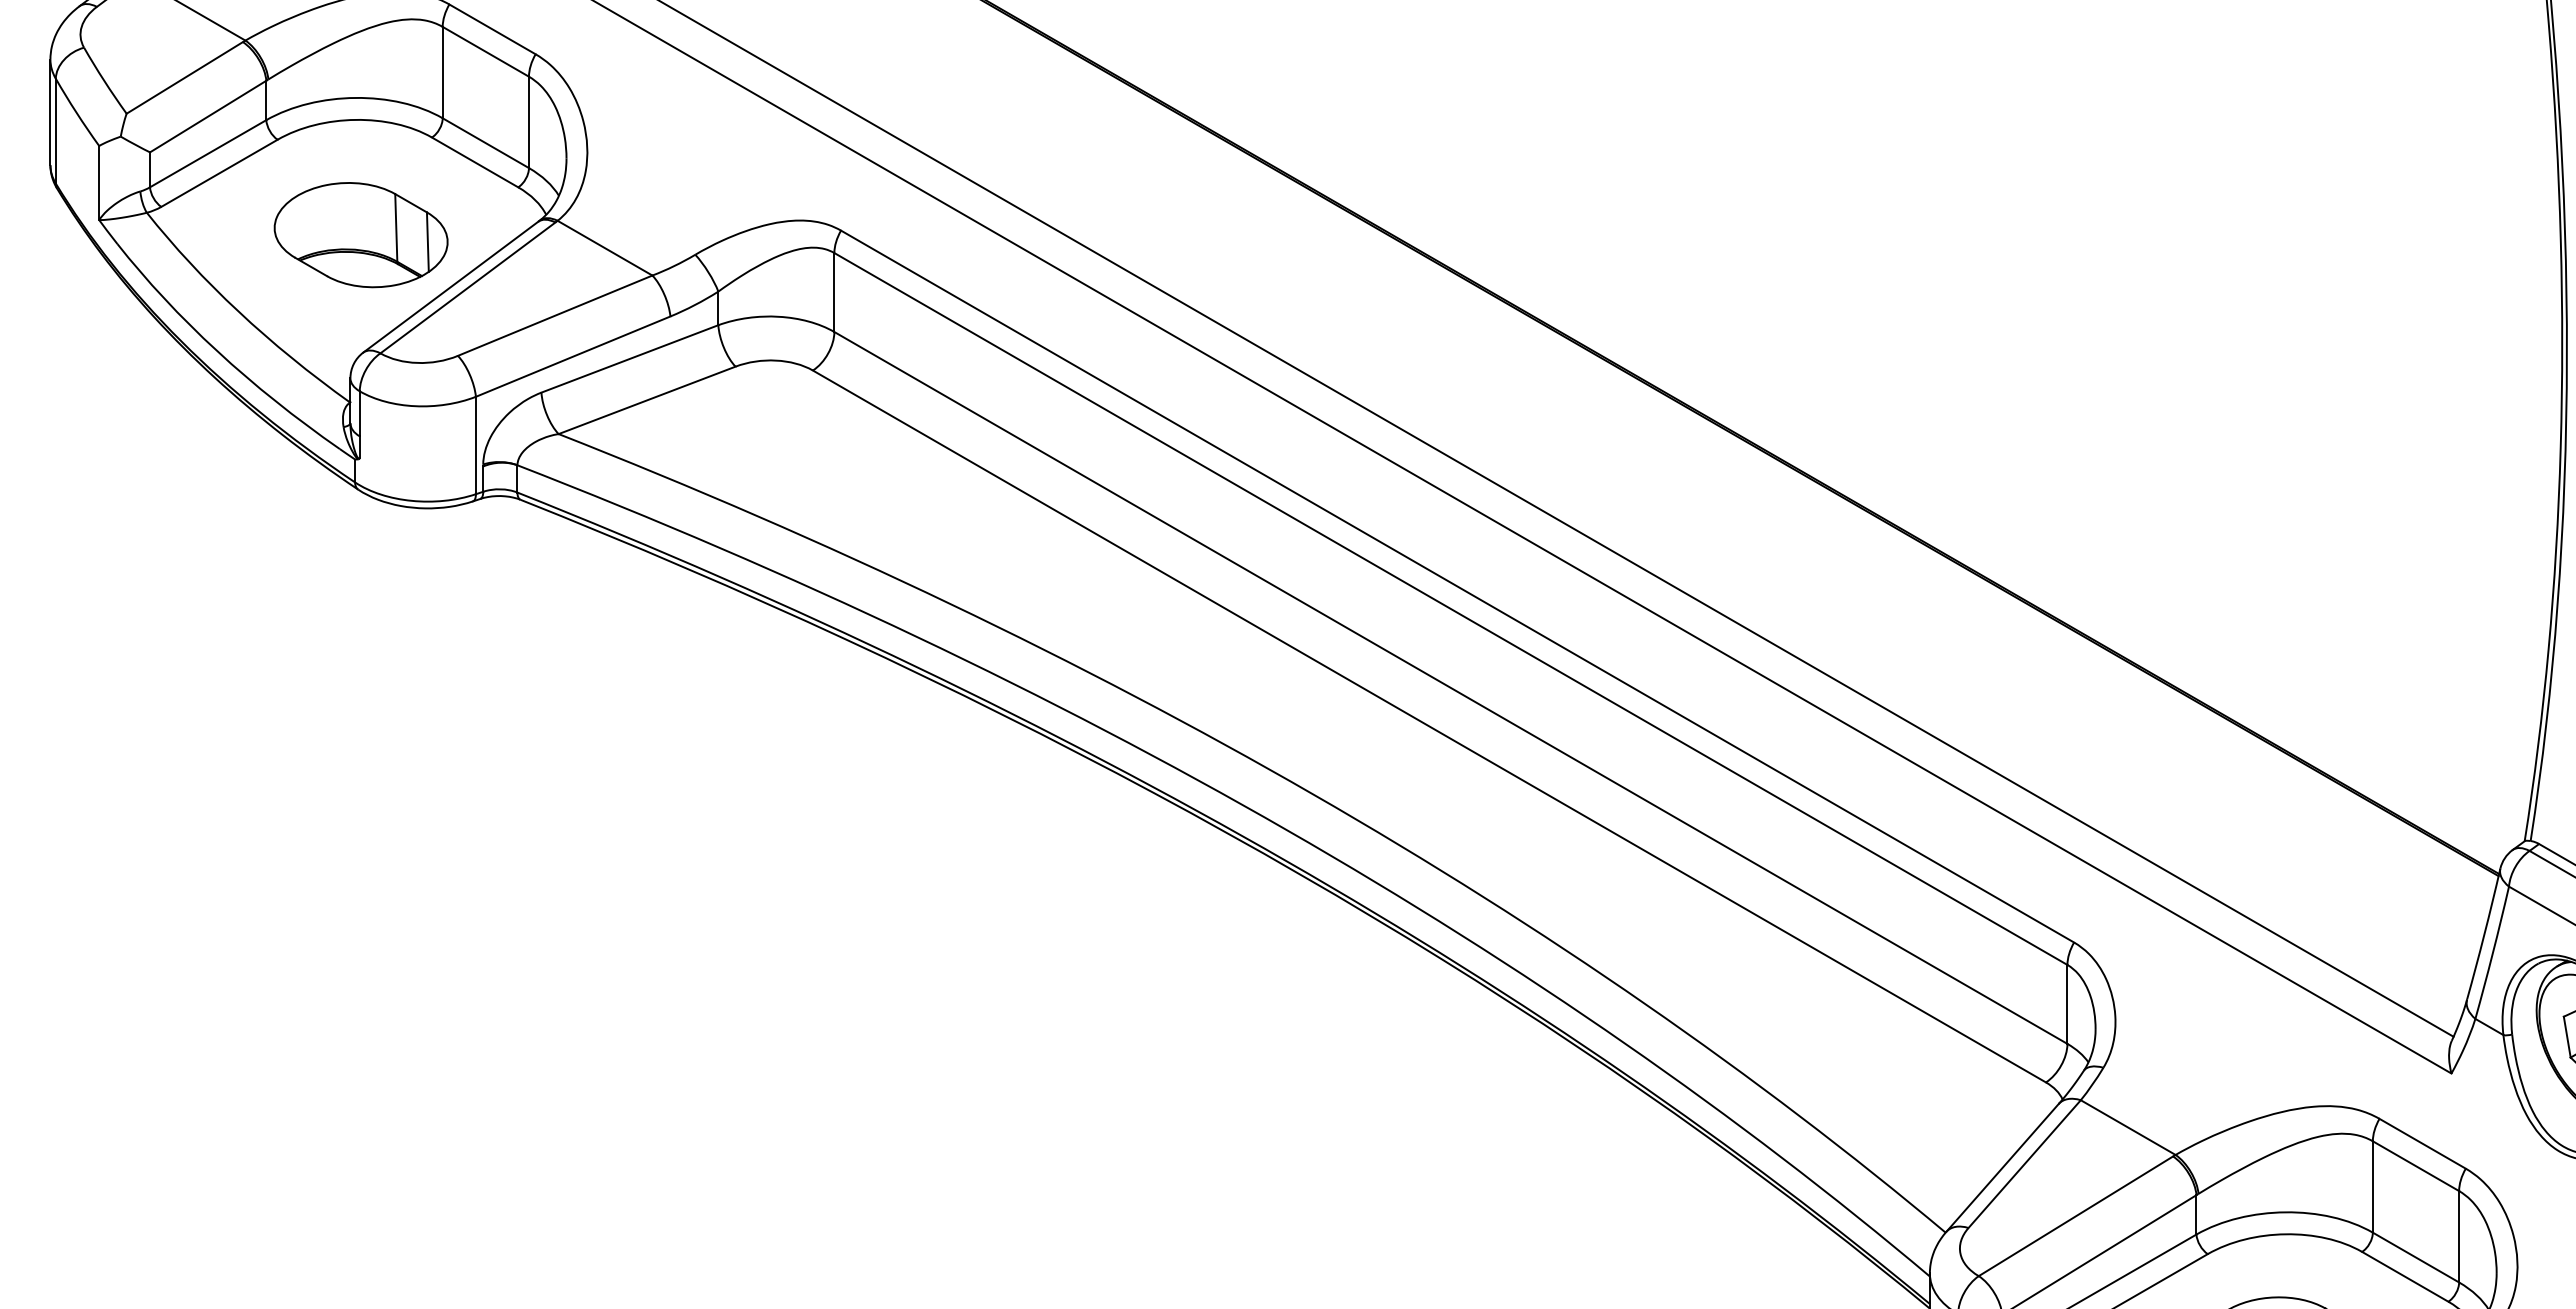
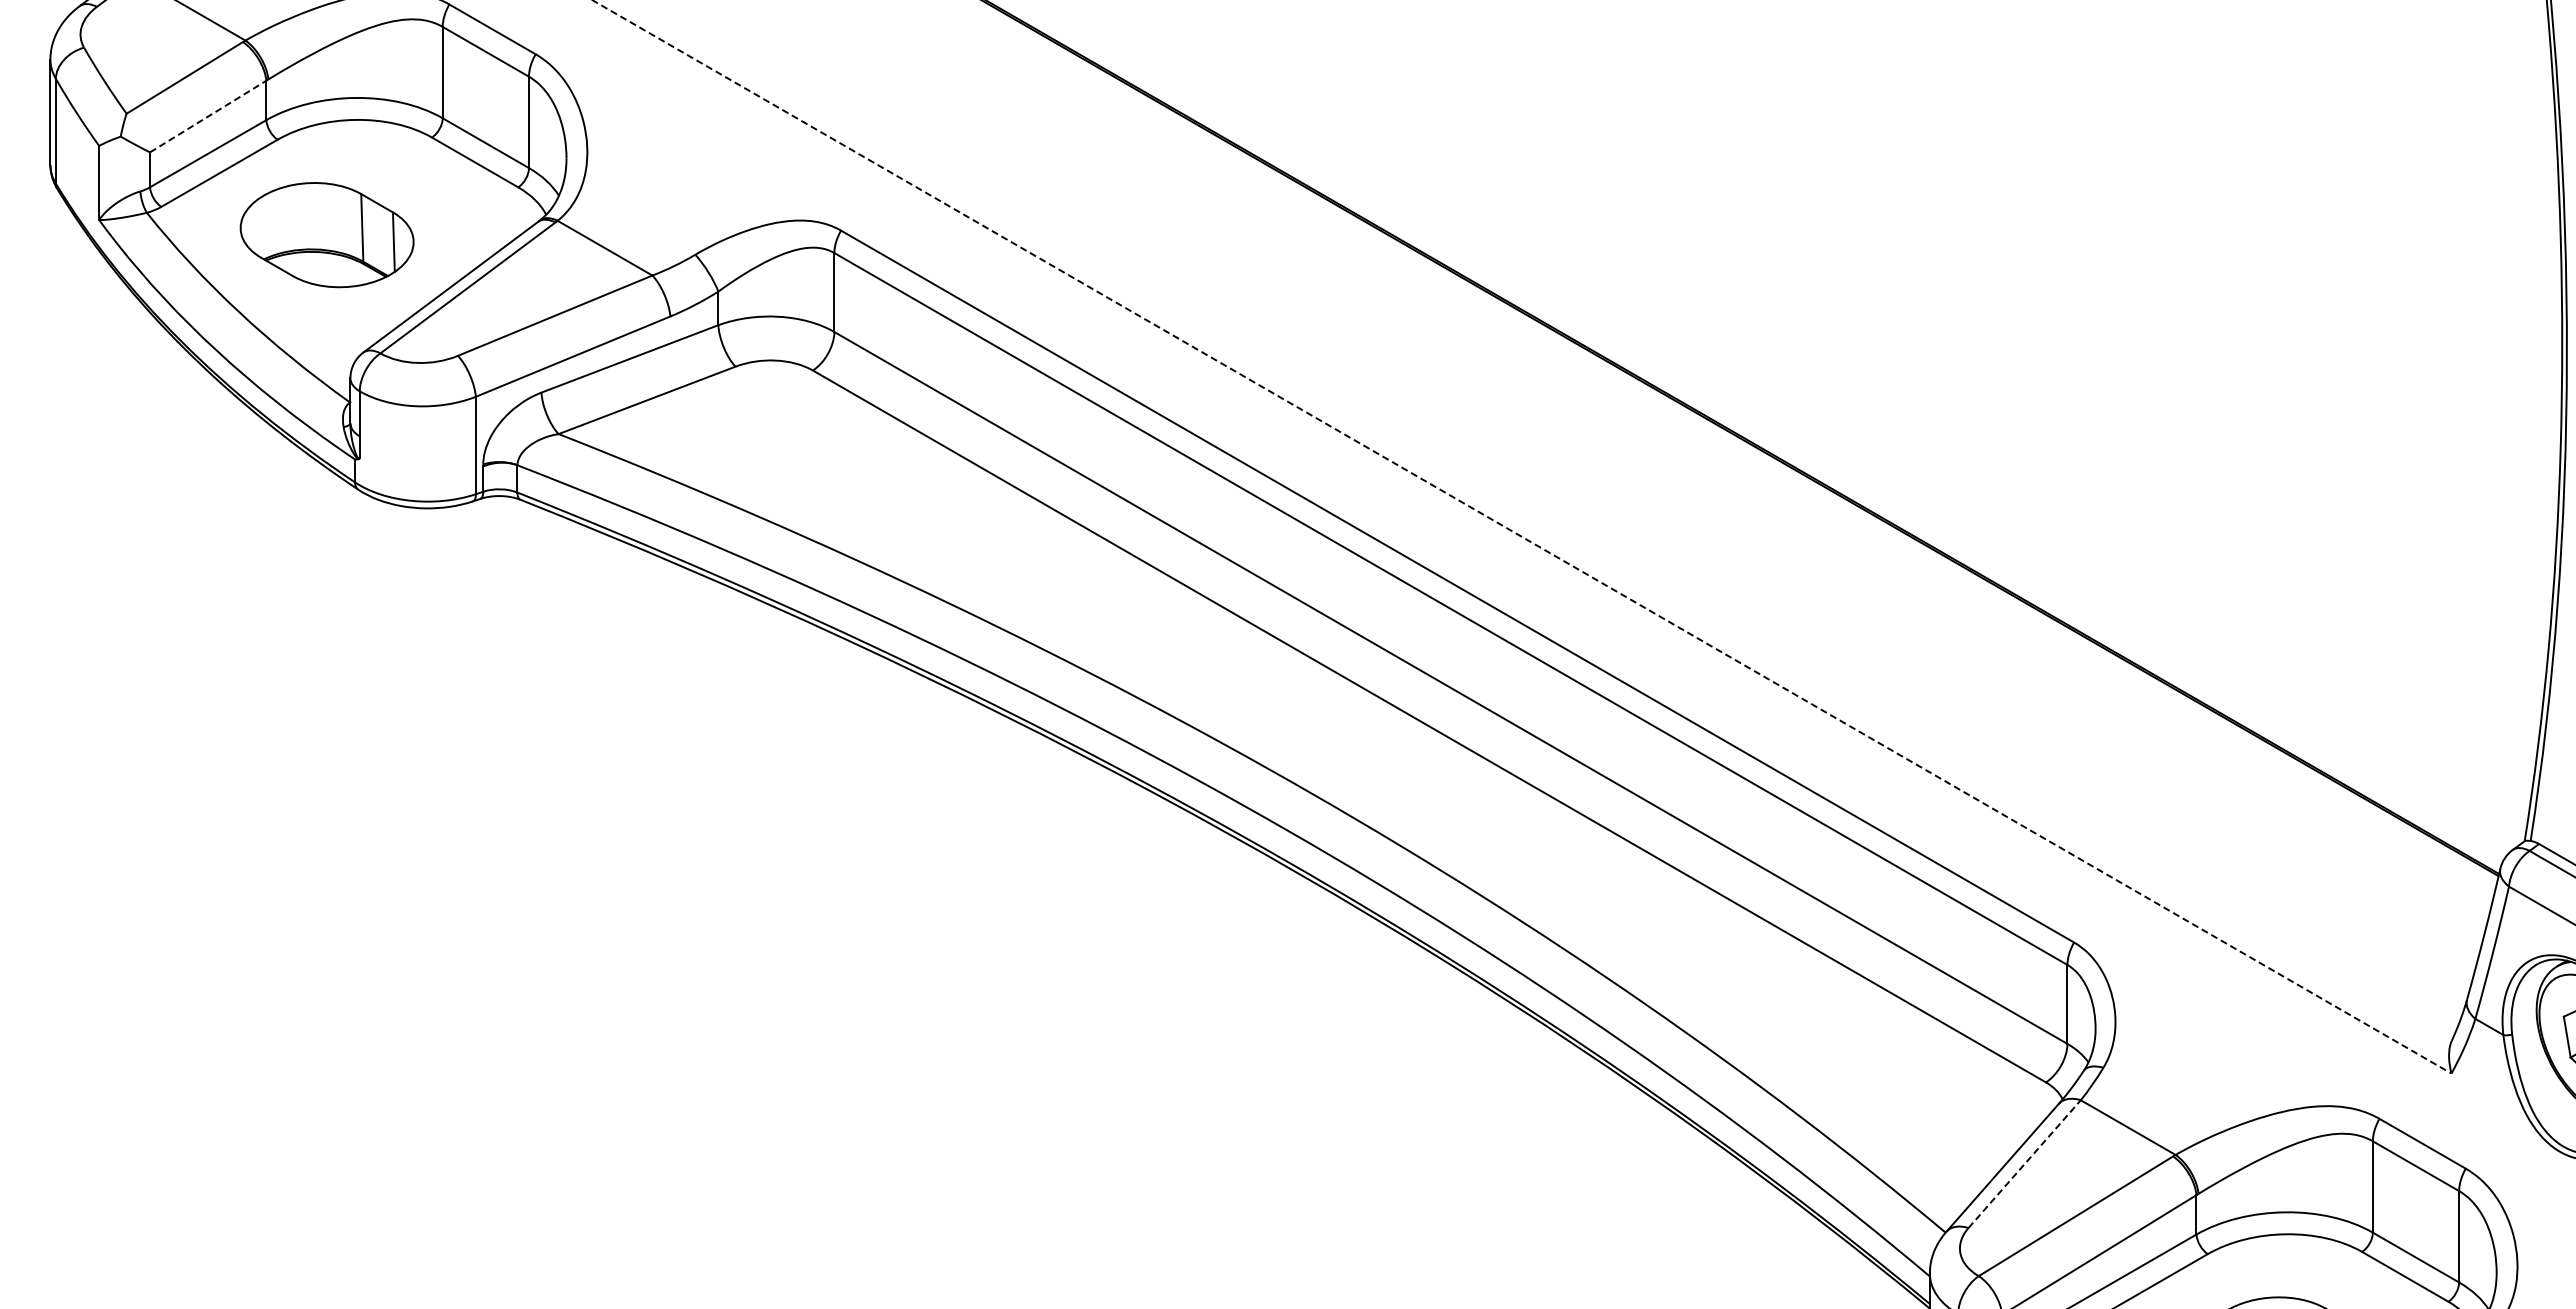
line at (208, 116): solid -> dashed
part at (360, 235) position: (360, 235) -> (326, 235)
line at (1557, 519): present -> none
line at (1522, 537): solid -> dashed
line at (2025, 1163): solid -> dashed
